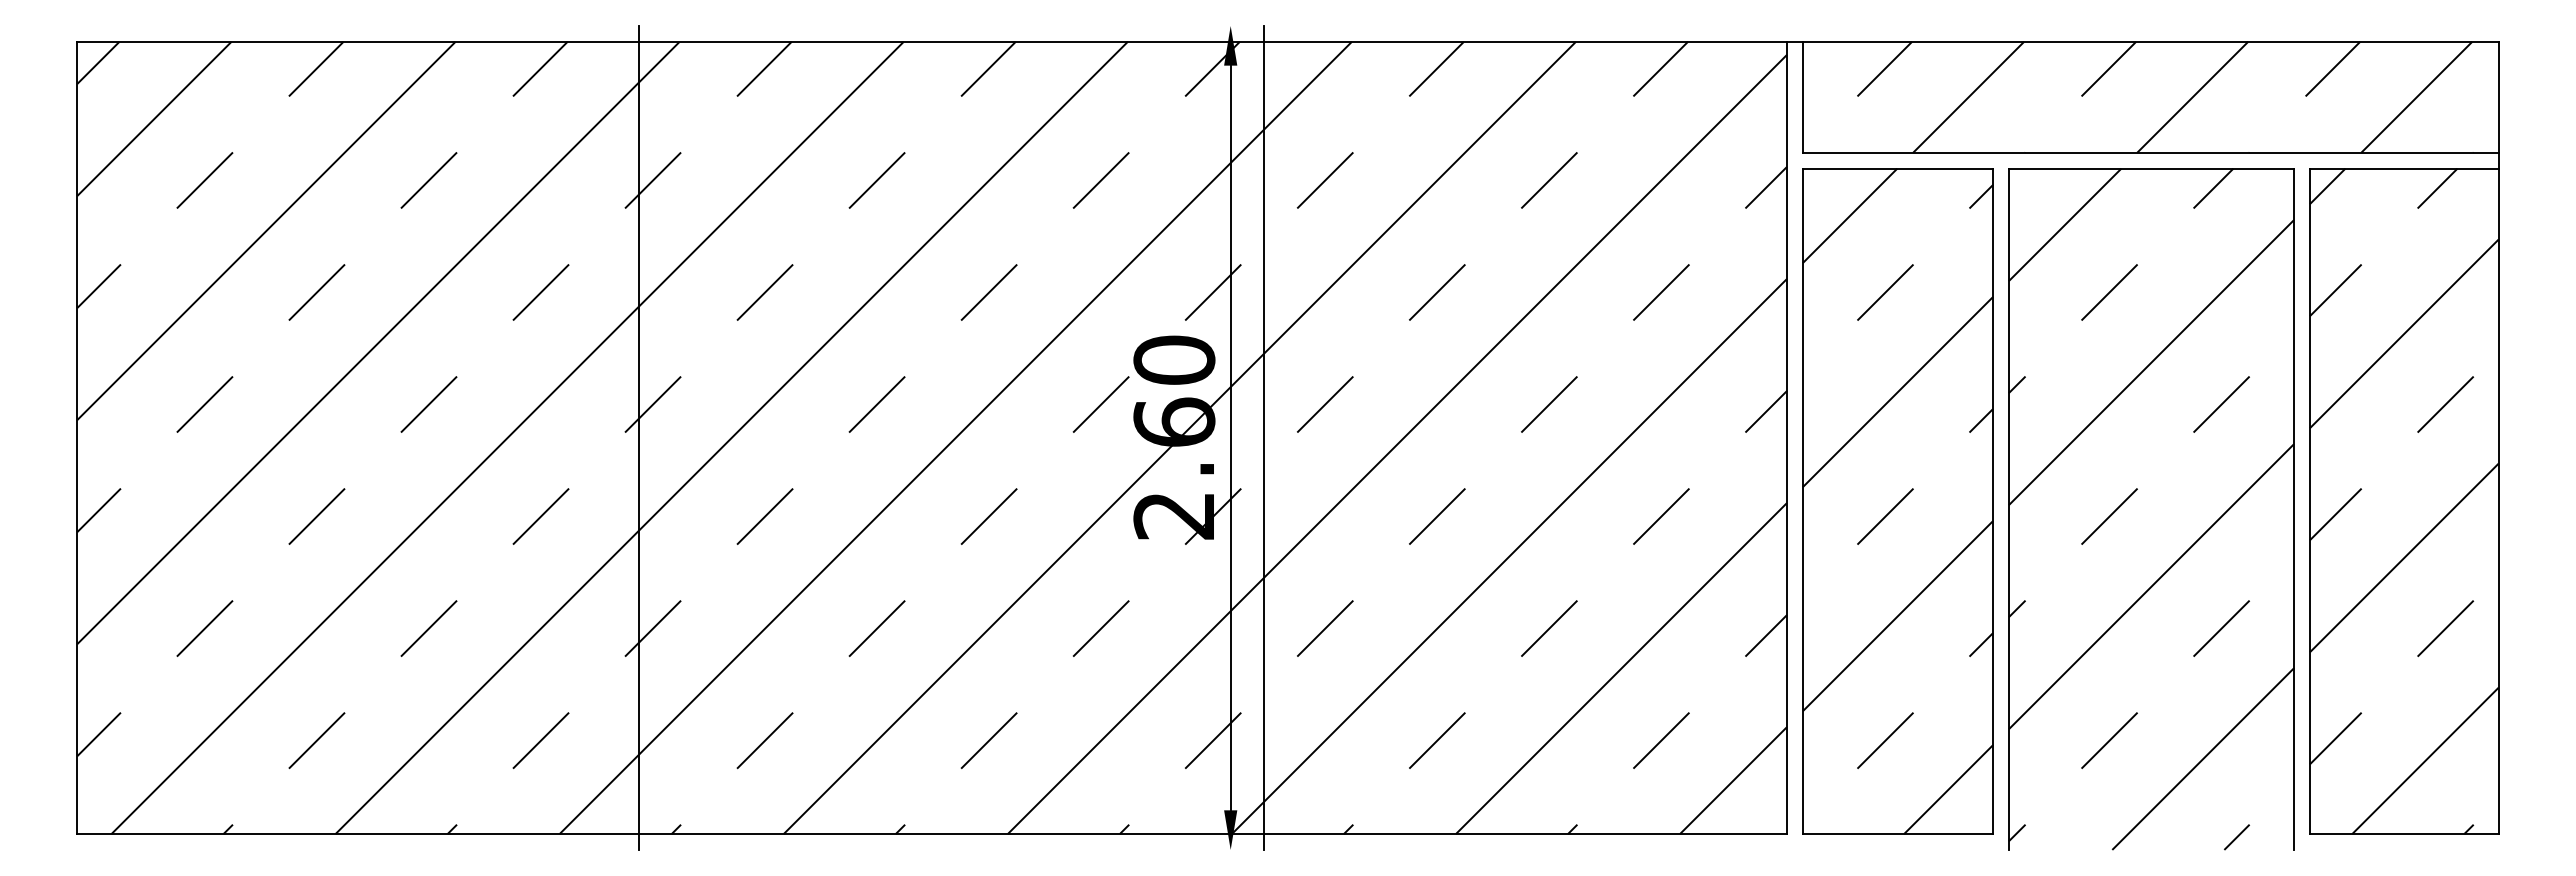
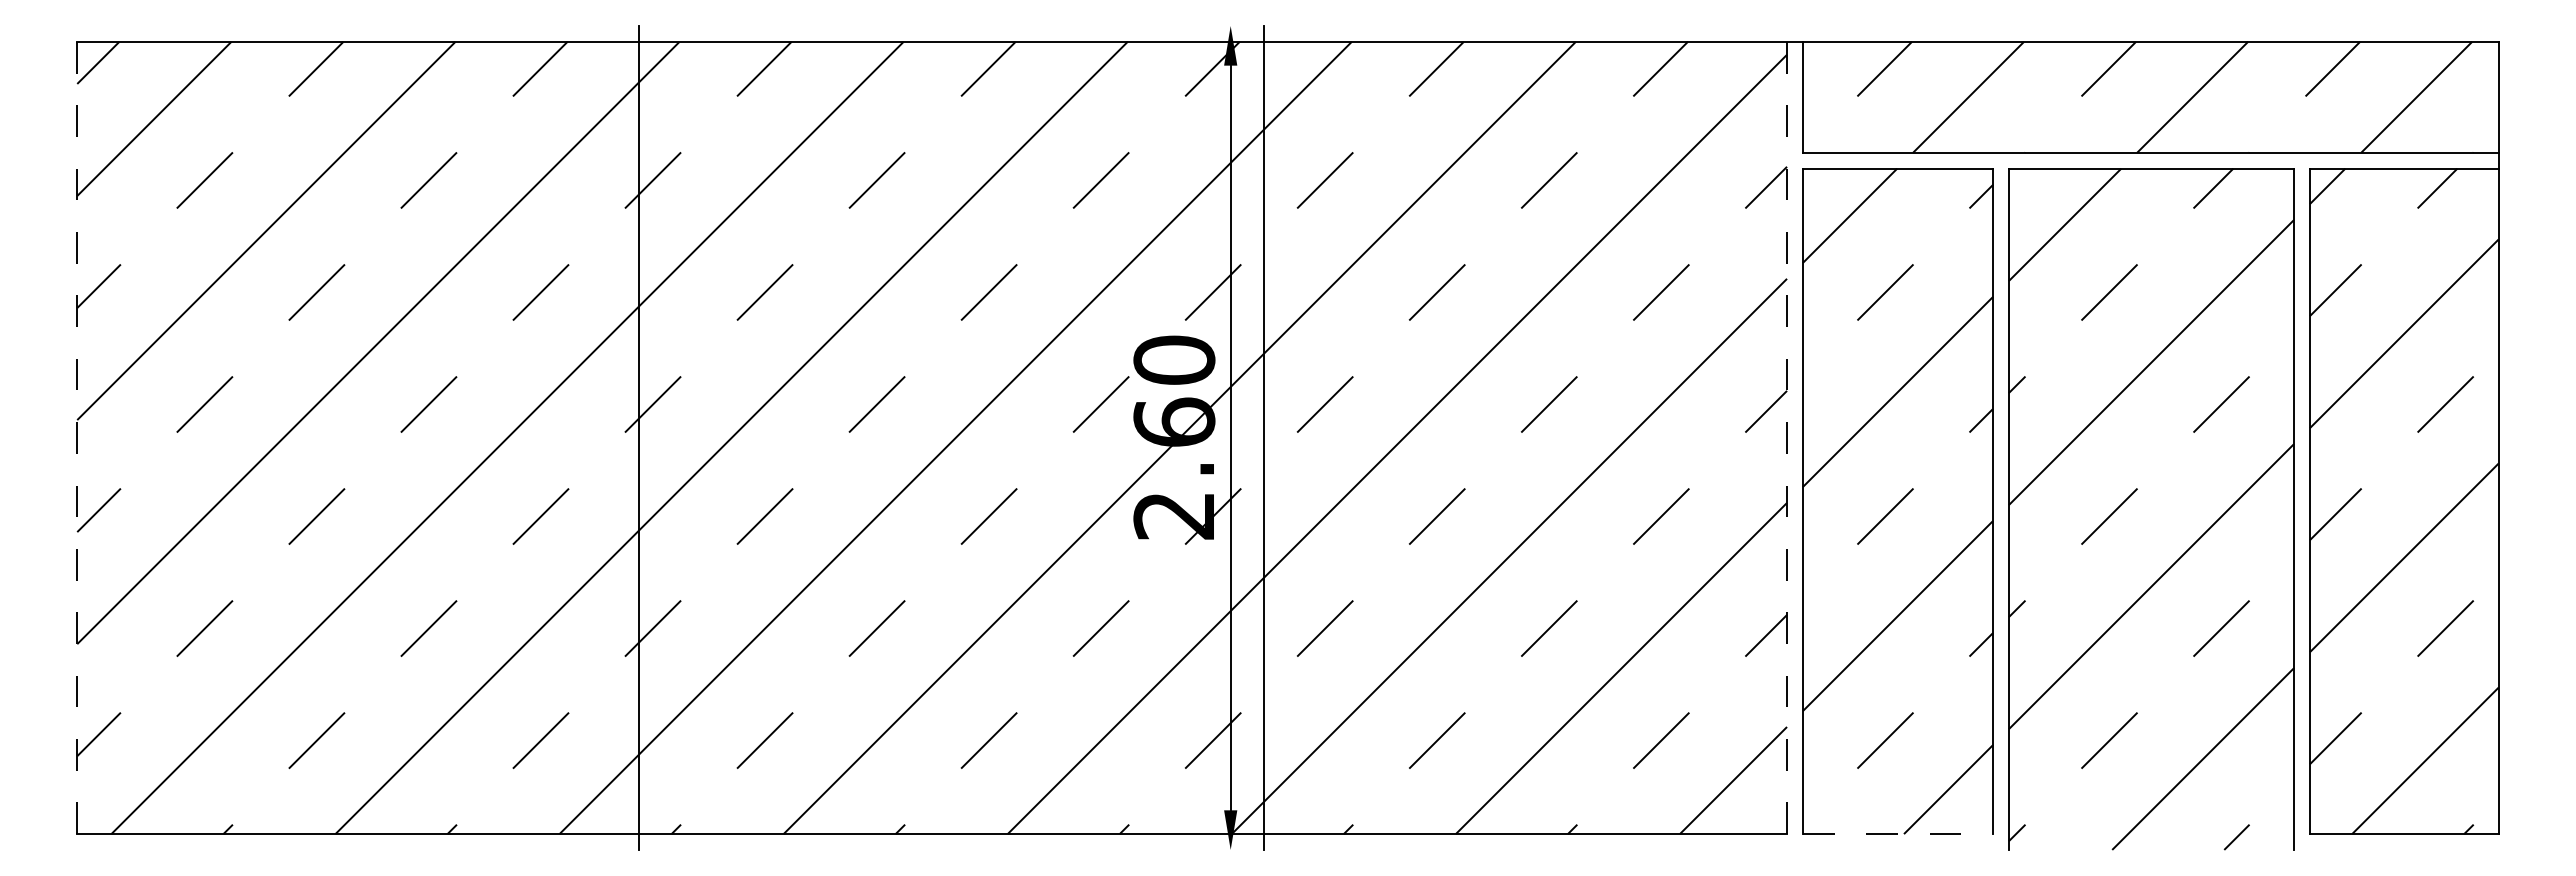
line at (77, 438): solid -> dashed
line at (1787, 438): solid -> dashed
line at (1898, 834): solid -> dashed
